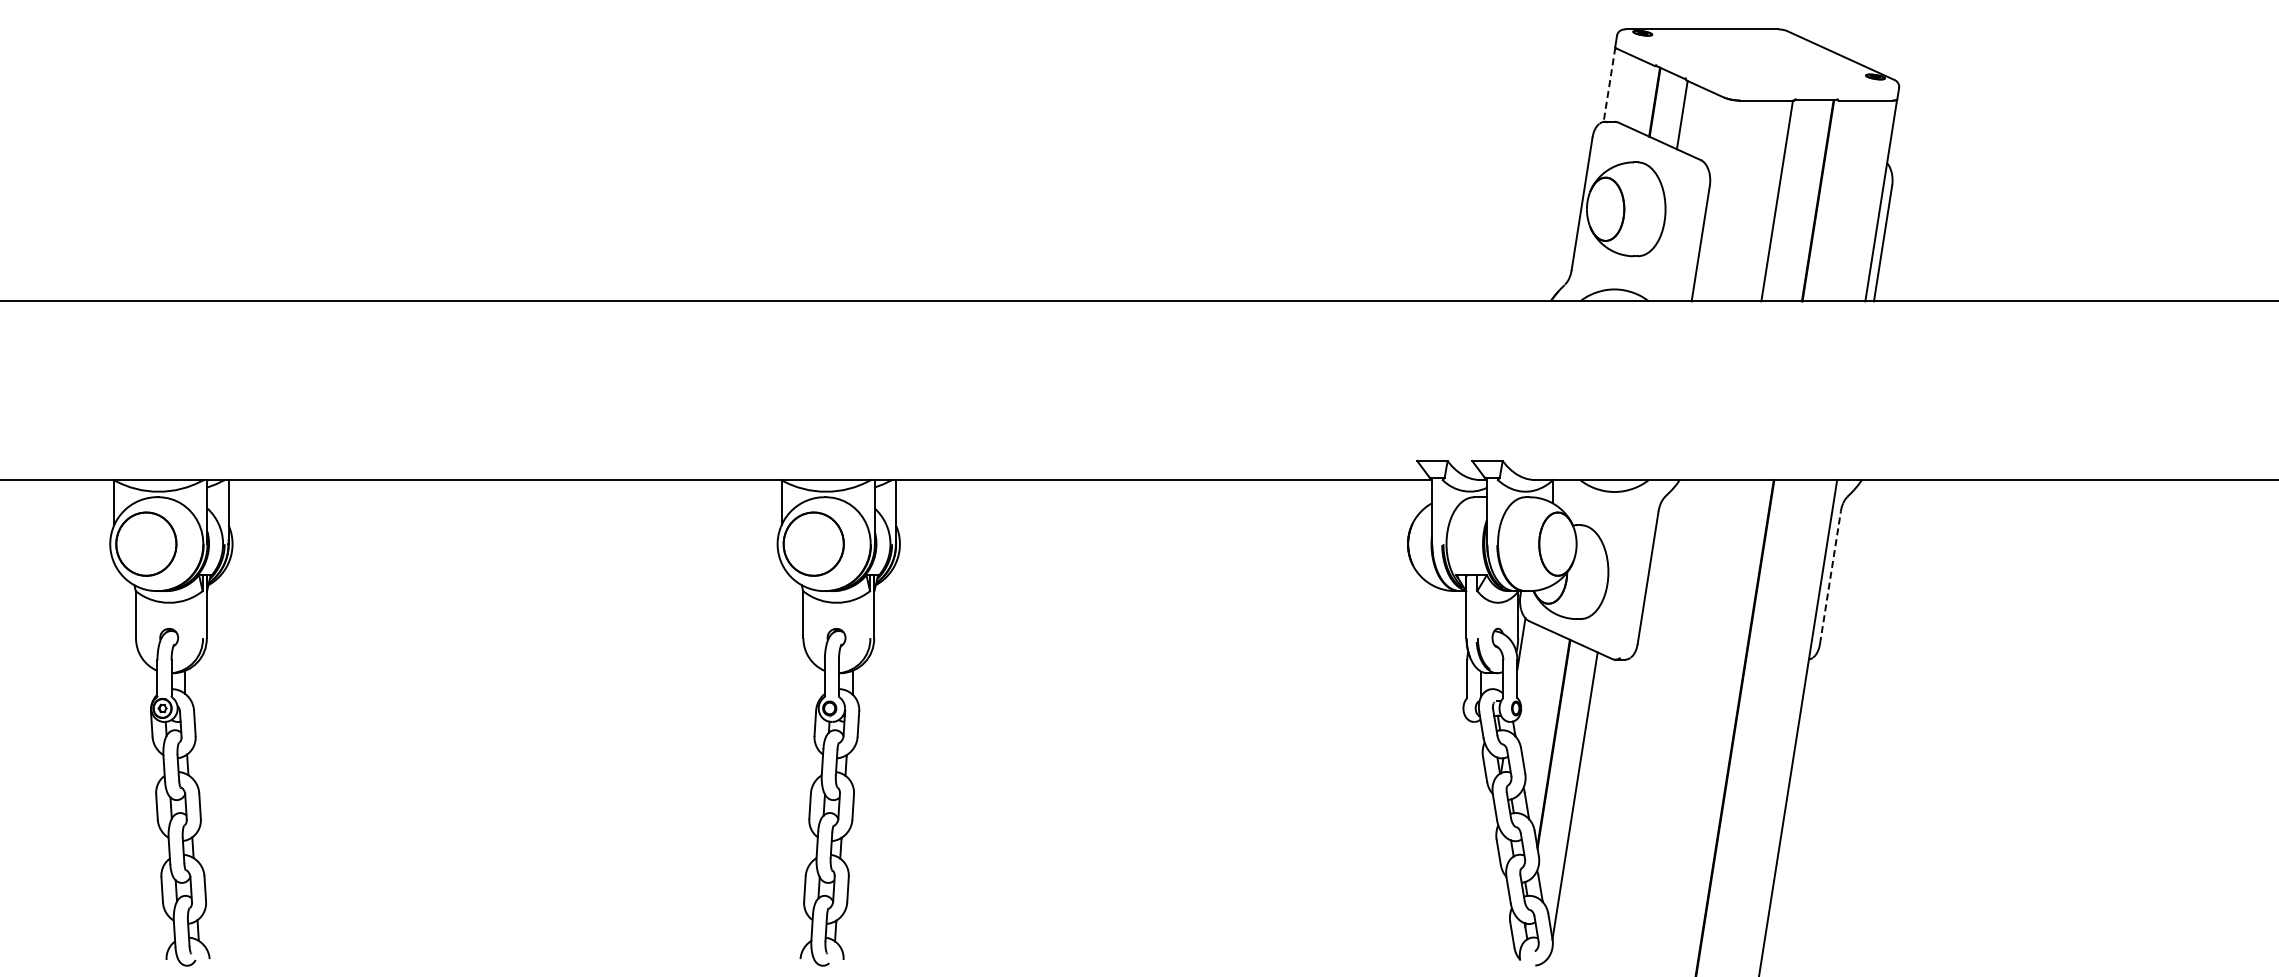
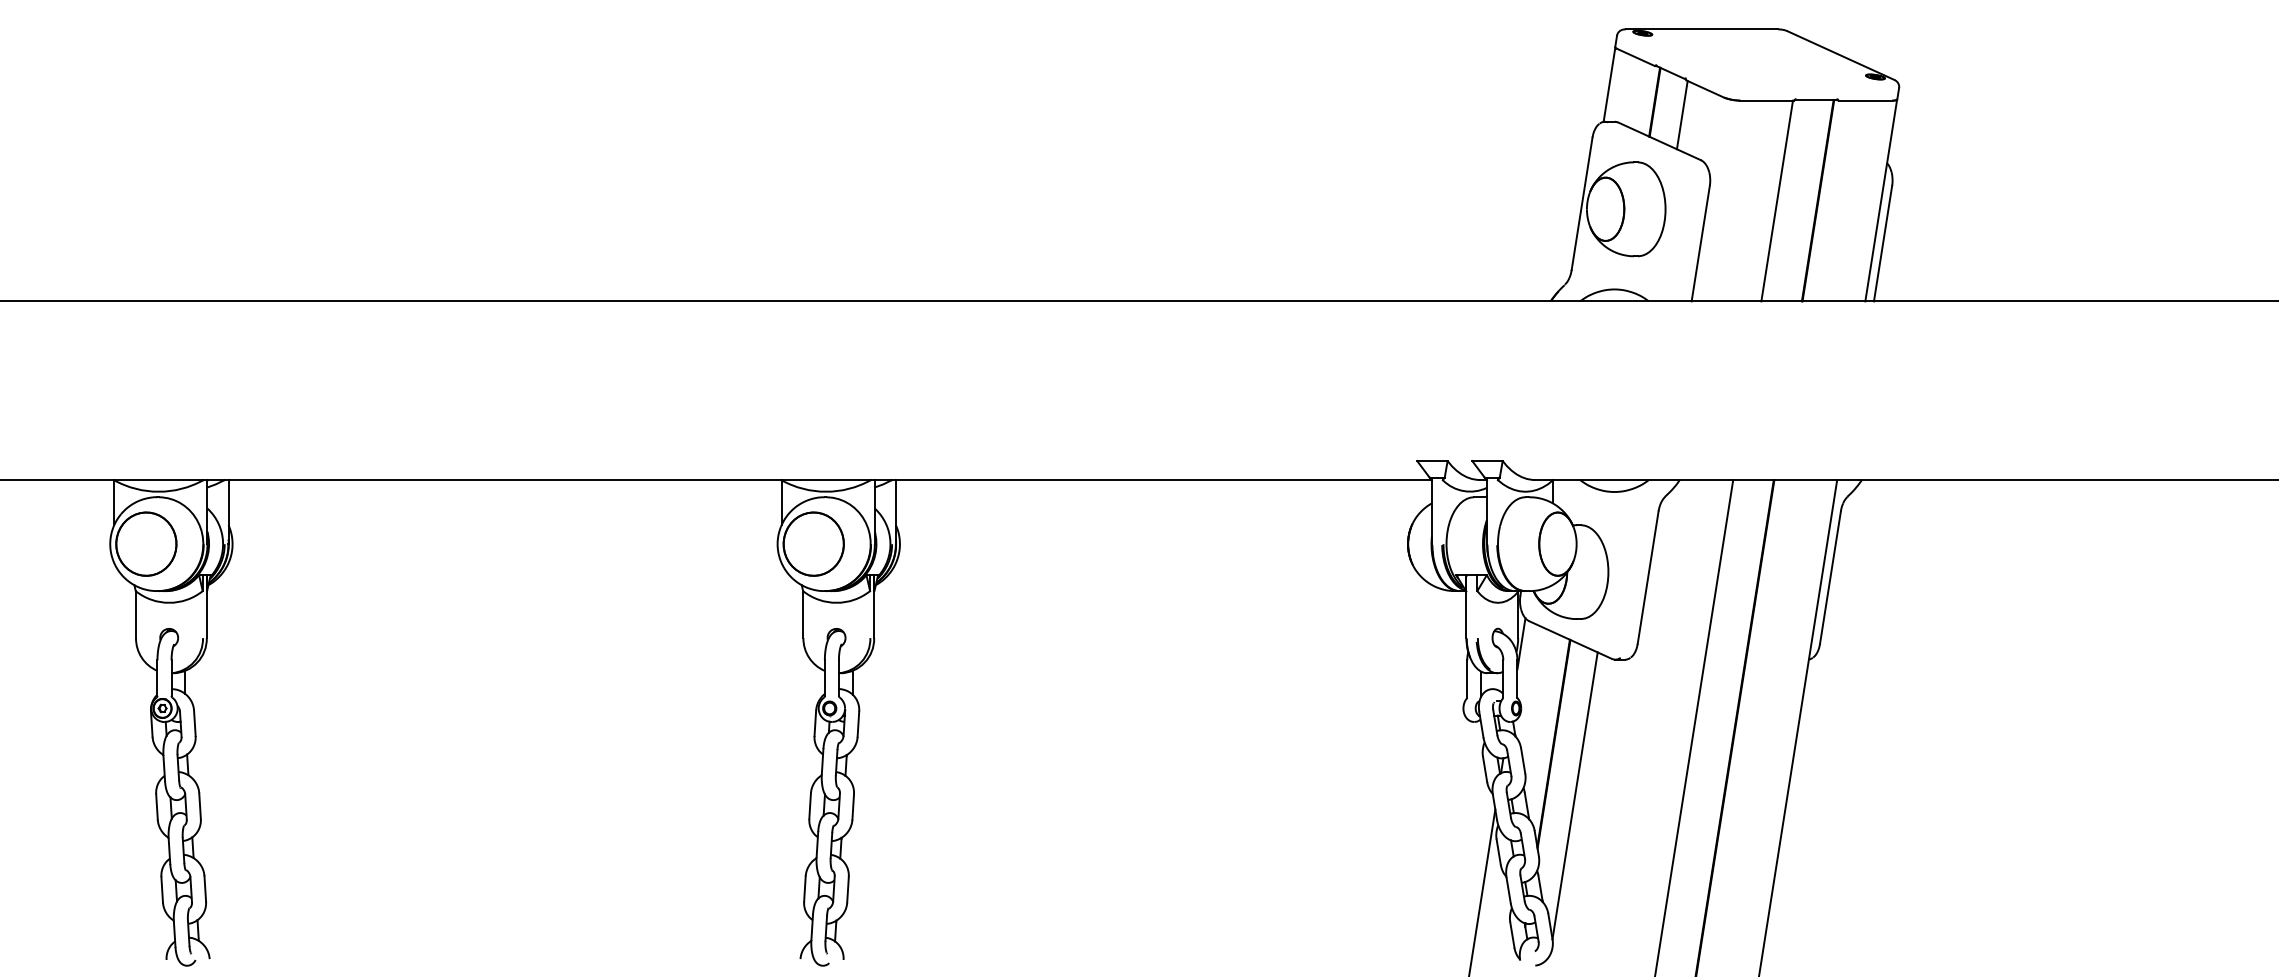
line at (1609, 84): dashed -> solid
line at (1830, 577): dashed -> solid
line at (1694, 726): none -> present
line at (1482, 891): none -> present
